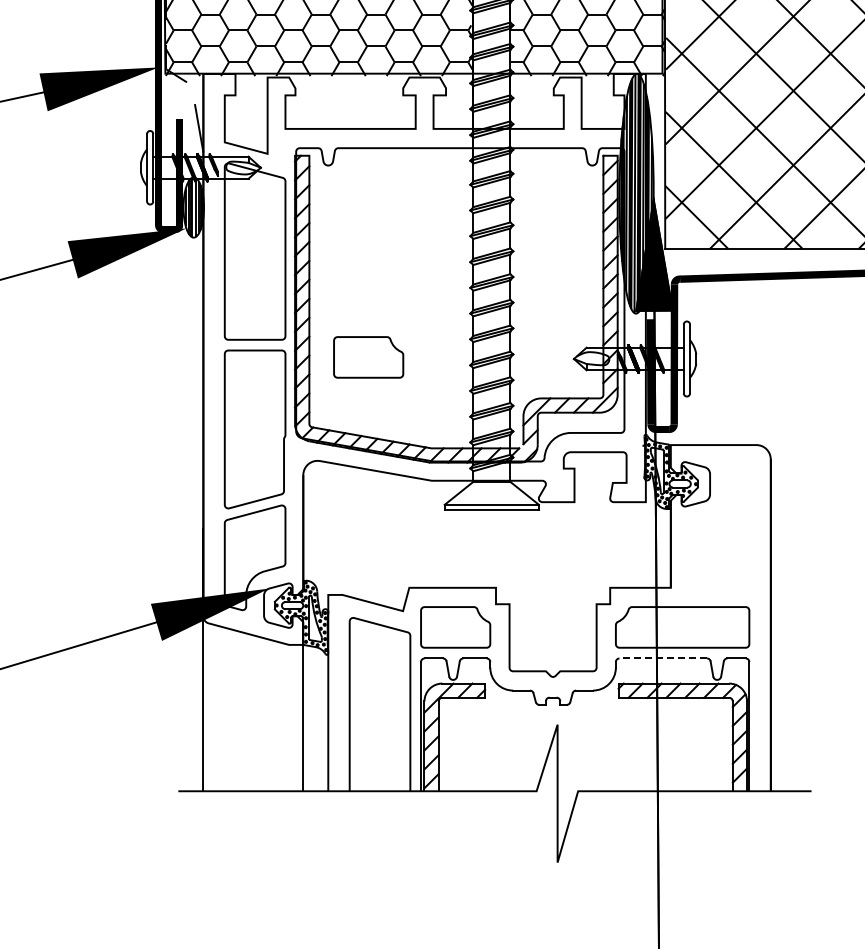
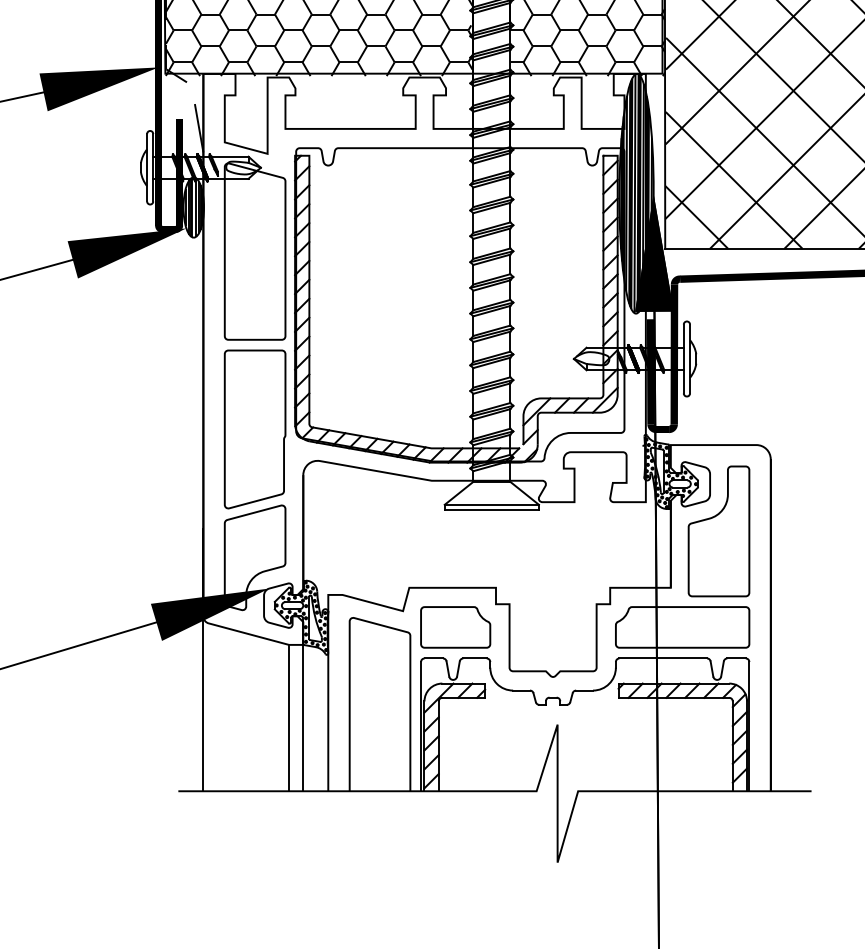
part at (368, 357): present -> none
part at (718, 531): none -> present
line at (663, 658): dashed -> solid
line at (289, 717): none -> present
